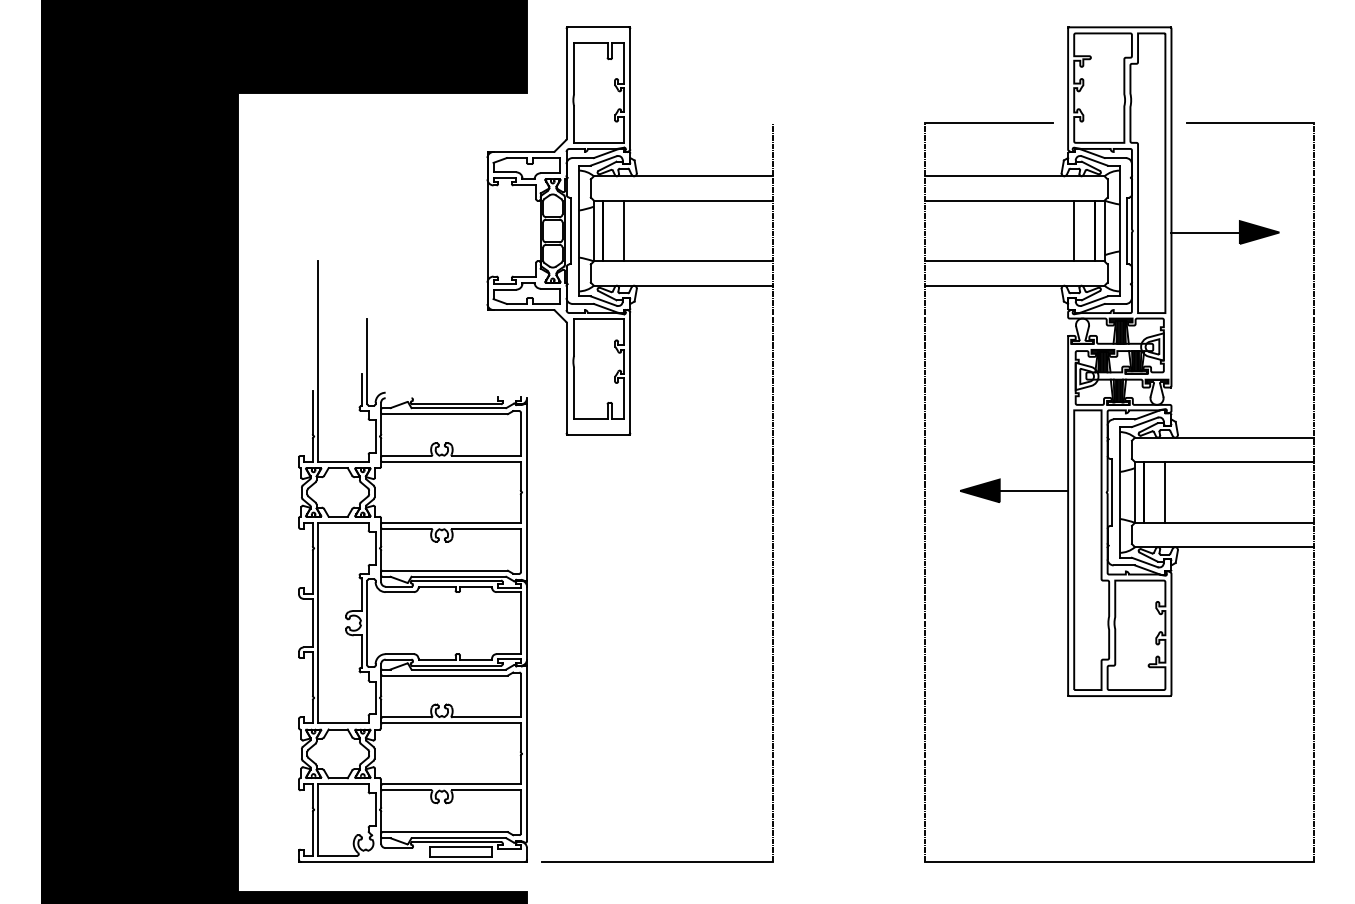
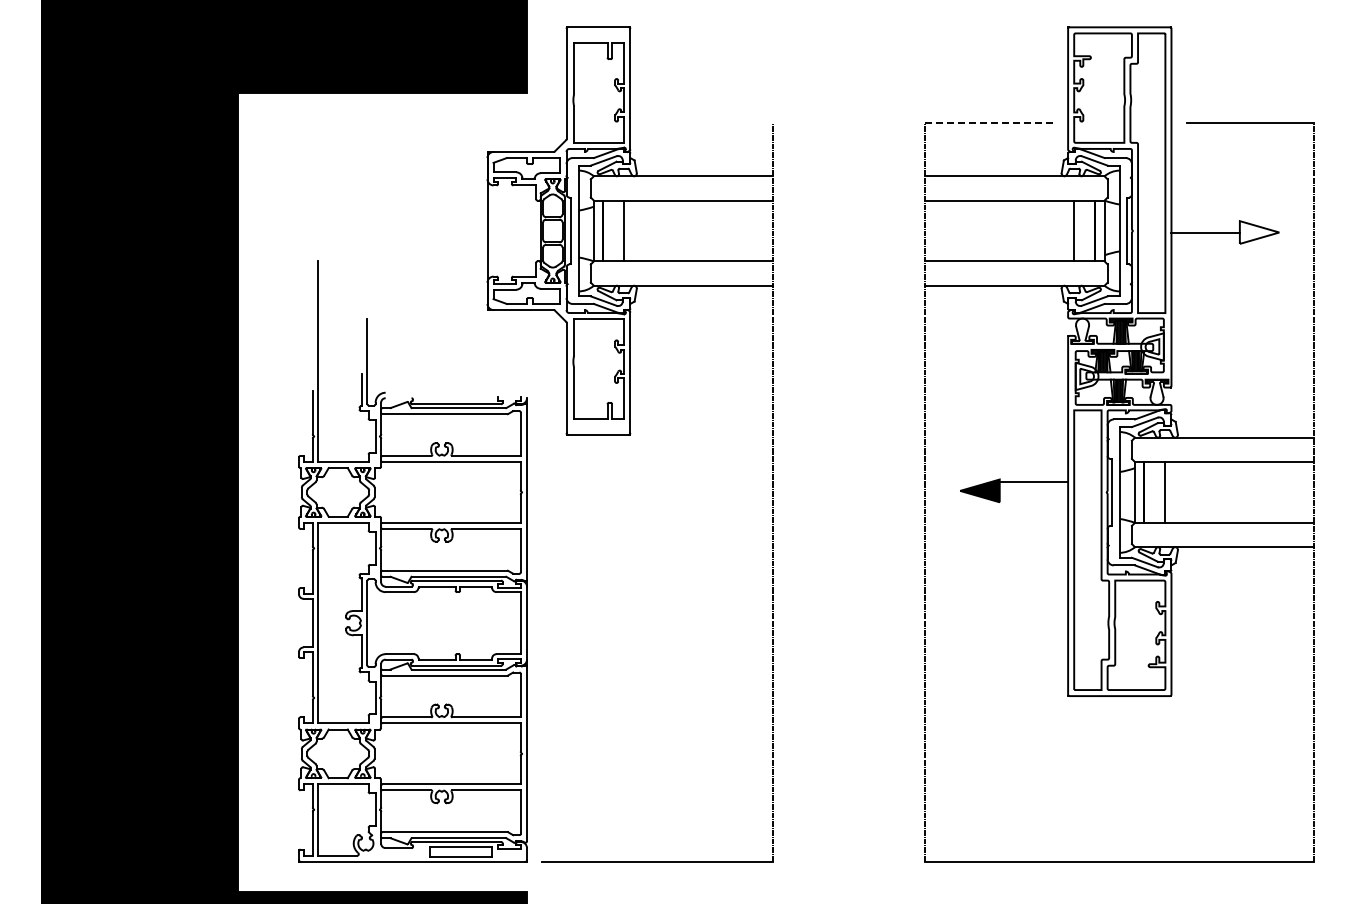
line at (989, 123): solid -> dashed
fill at (1259, 232): present -> none
line at (1033, 490) position: (1033, 490) -> (1033, 481)
